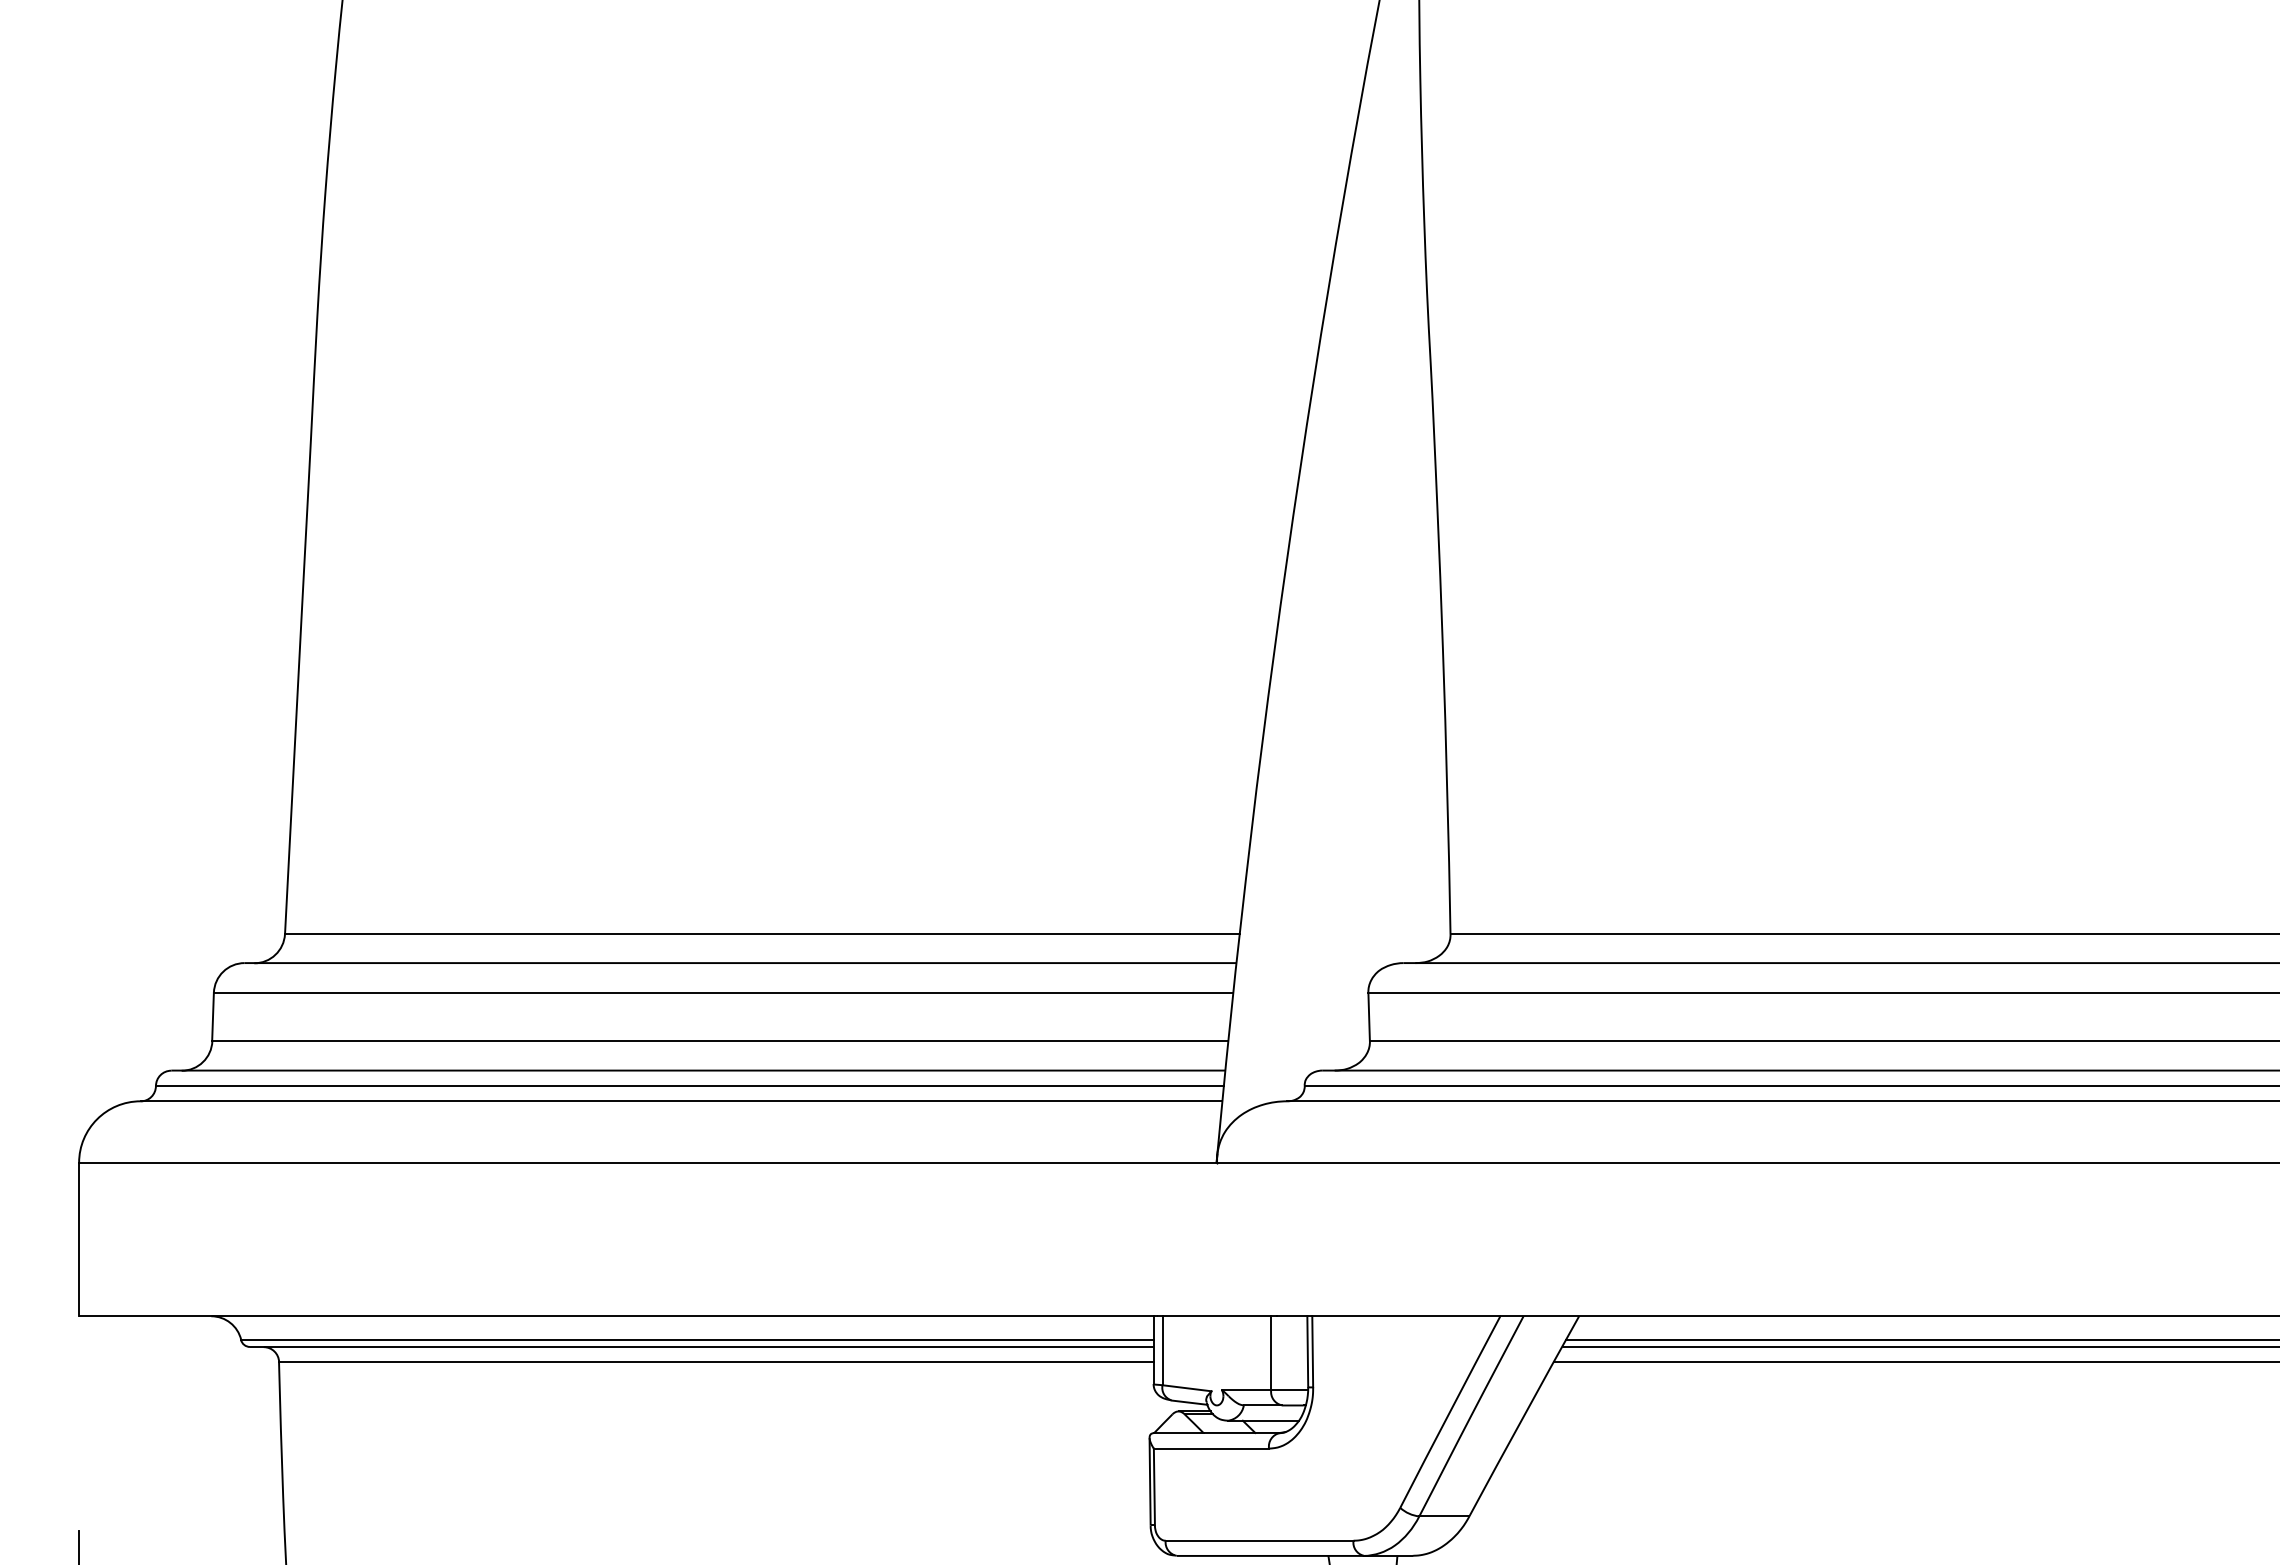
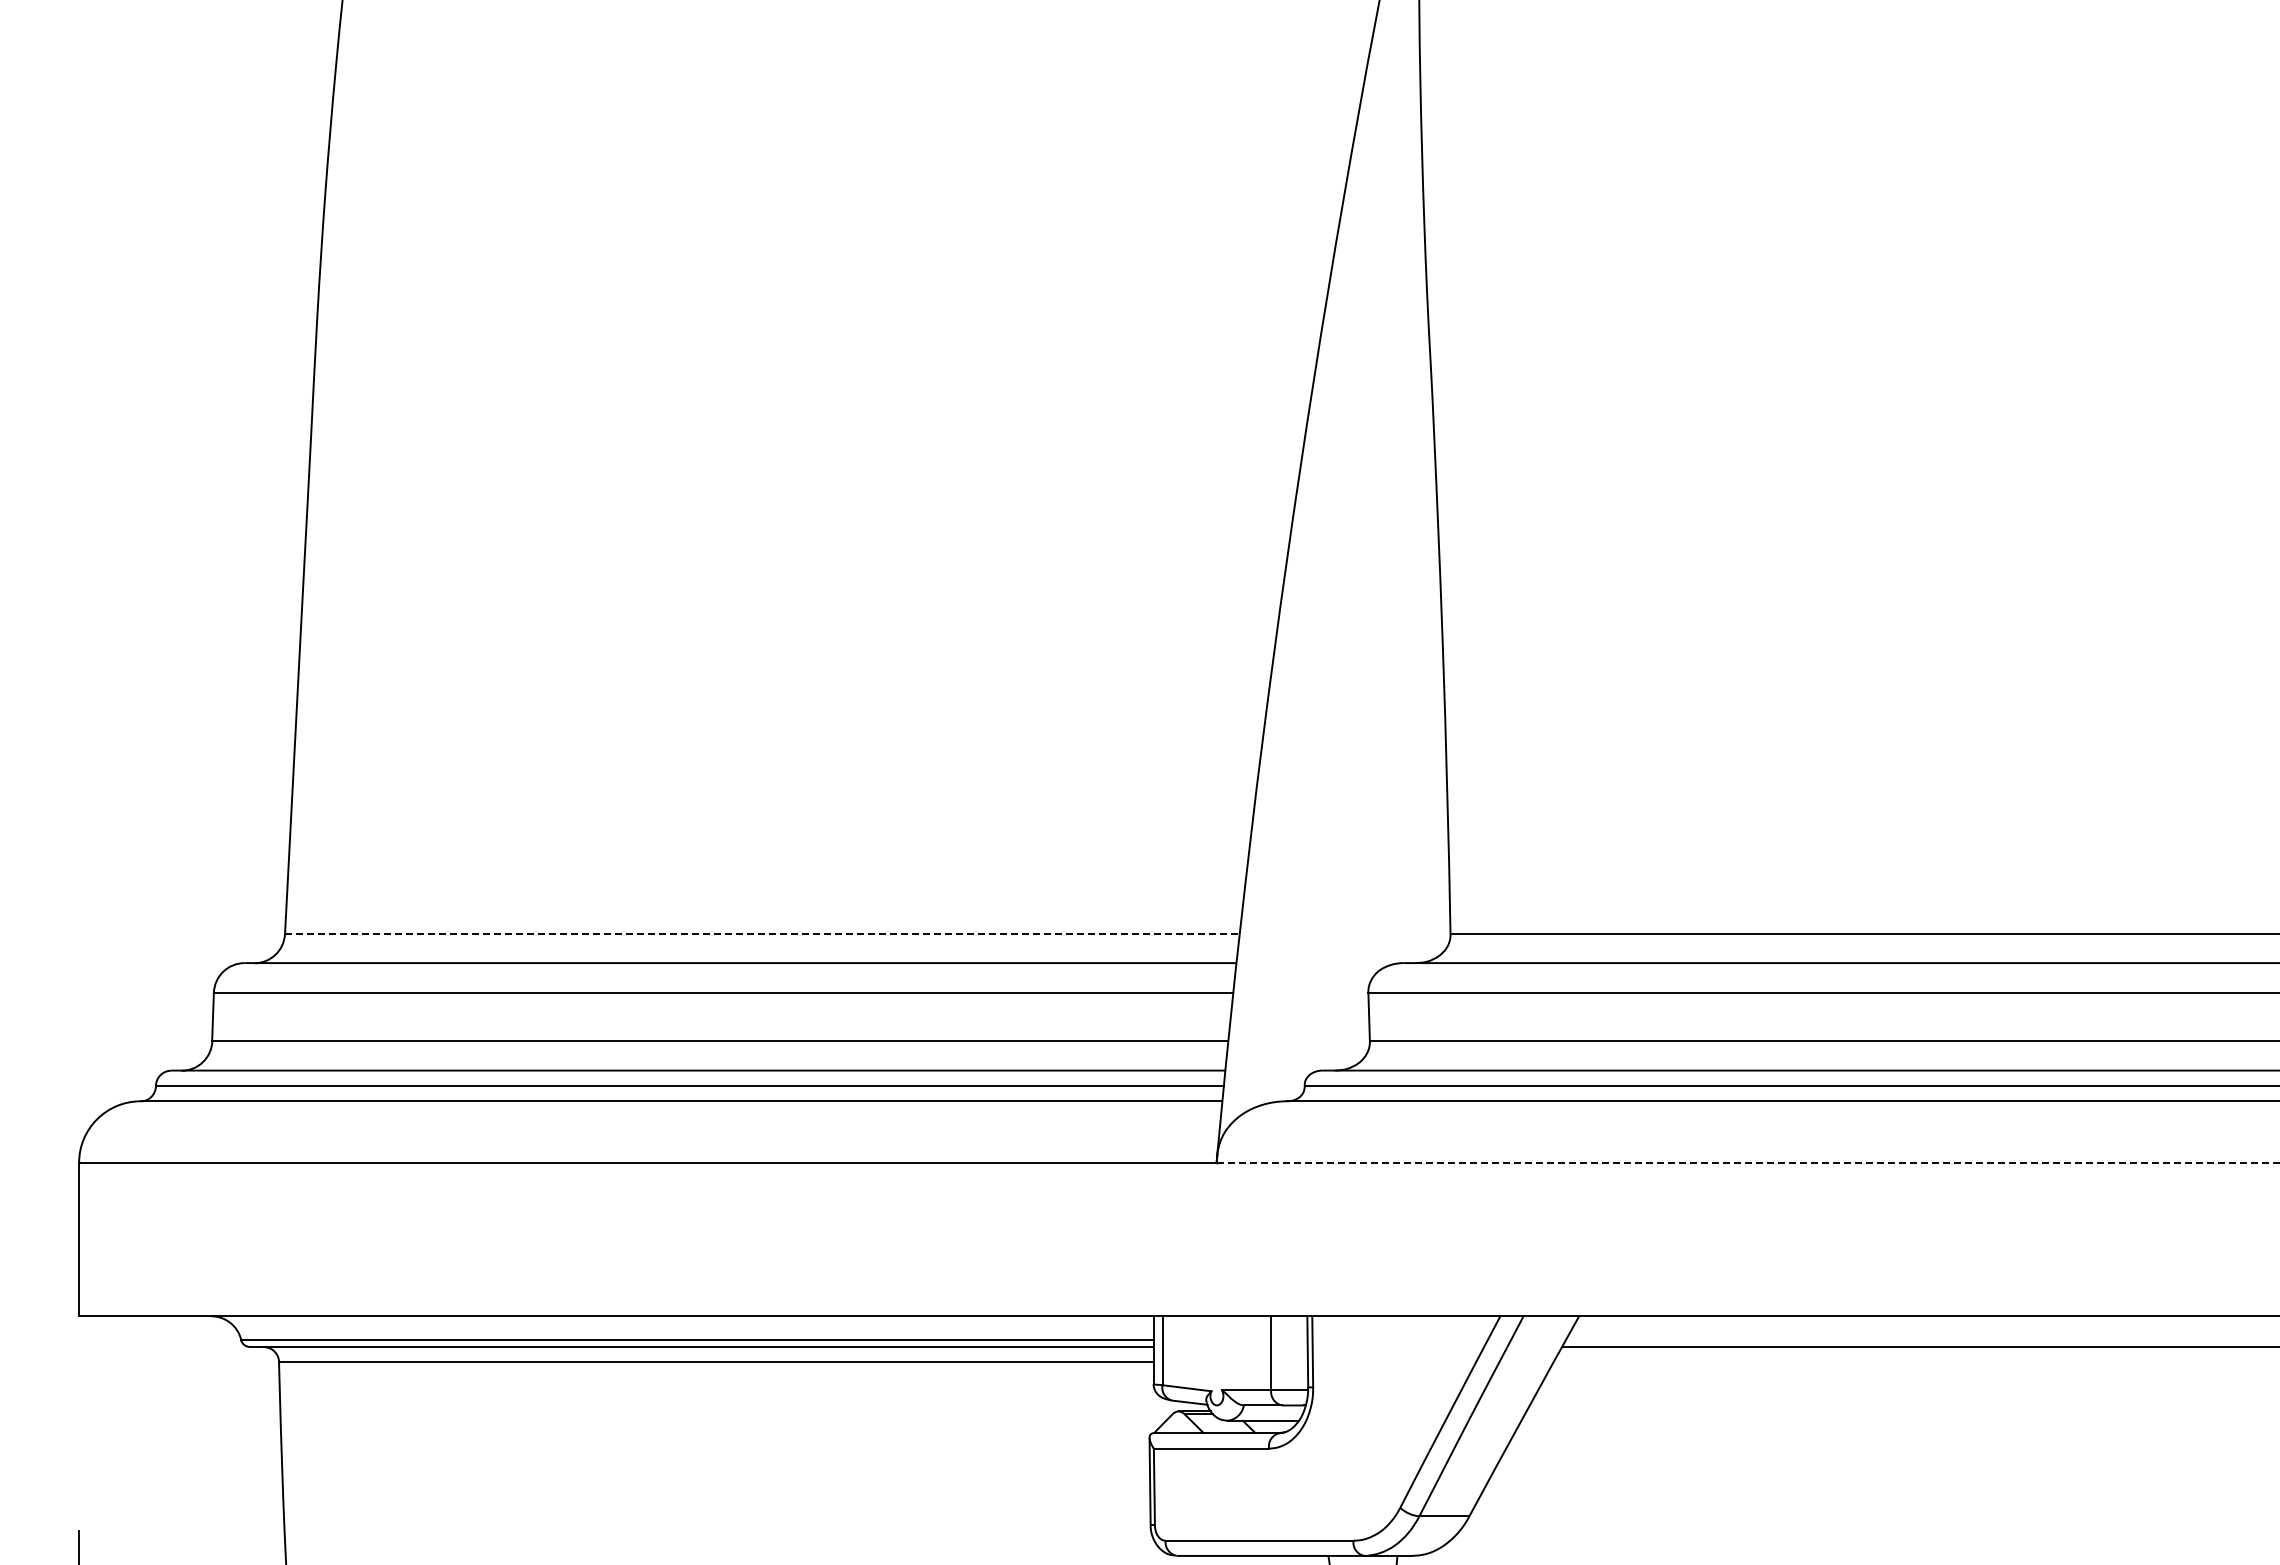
line at (762, 934): solid -> dashed
line at (1748, 1162): solid -> dashed
line at (1921, 1339): present -> none
line at (1914, 1362): present -> none
